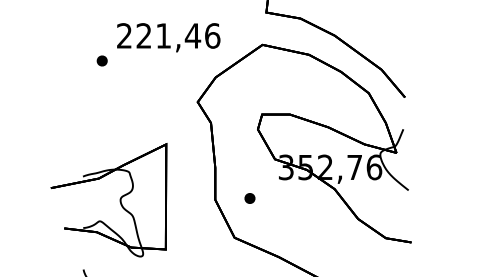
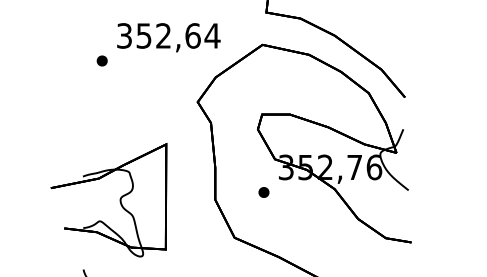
text at (168, 35): 221,46 -> 352,64
part at (249, 198) position: (249, 198) -> (263, 192)
